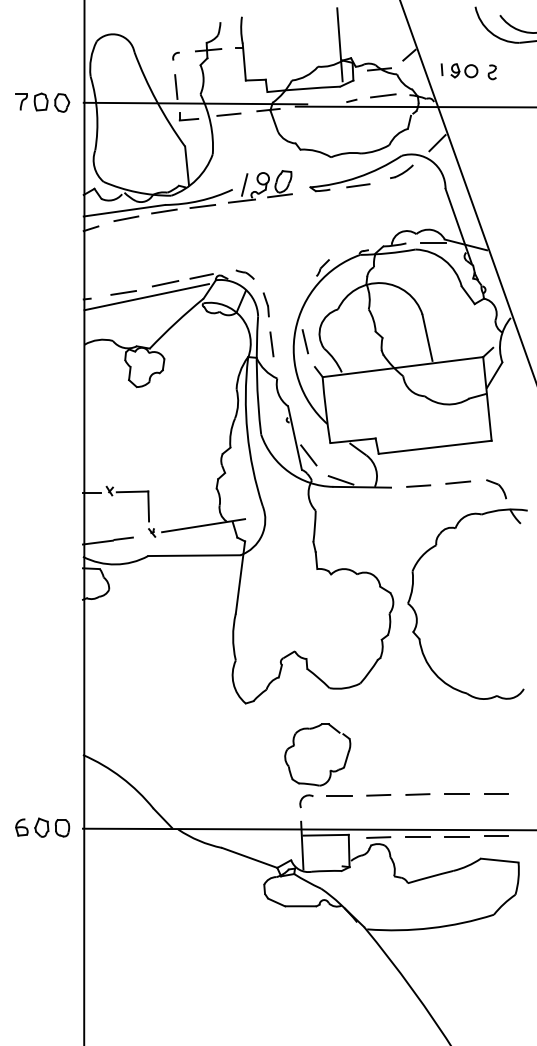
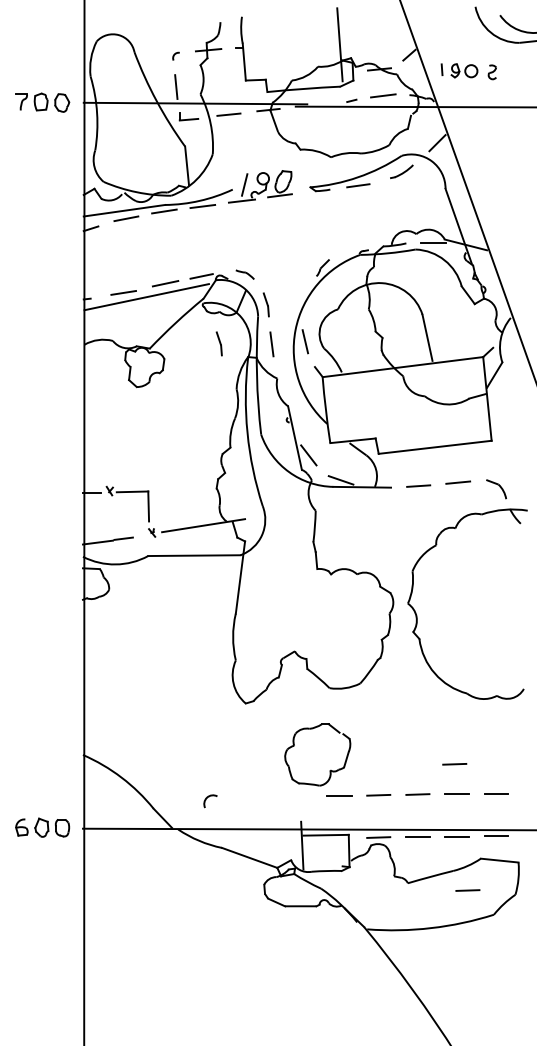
part at (218, 343): none -> present
line at (454, 764): none -> present
arc at (305, 797) position: (305, 797) -> (209, 797)
line at (467, 890): none -> present
